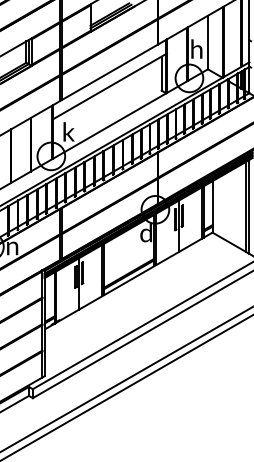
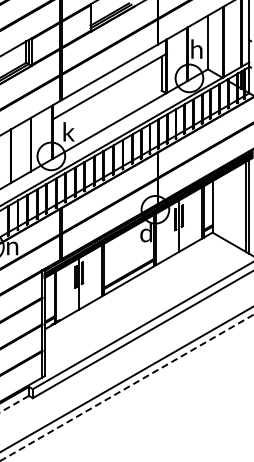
line at (126, 387): solid -> dashed
line at (14, 404): solid -> dashed
